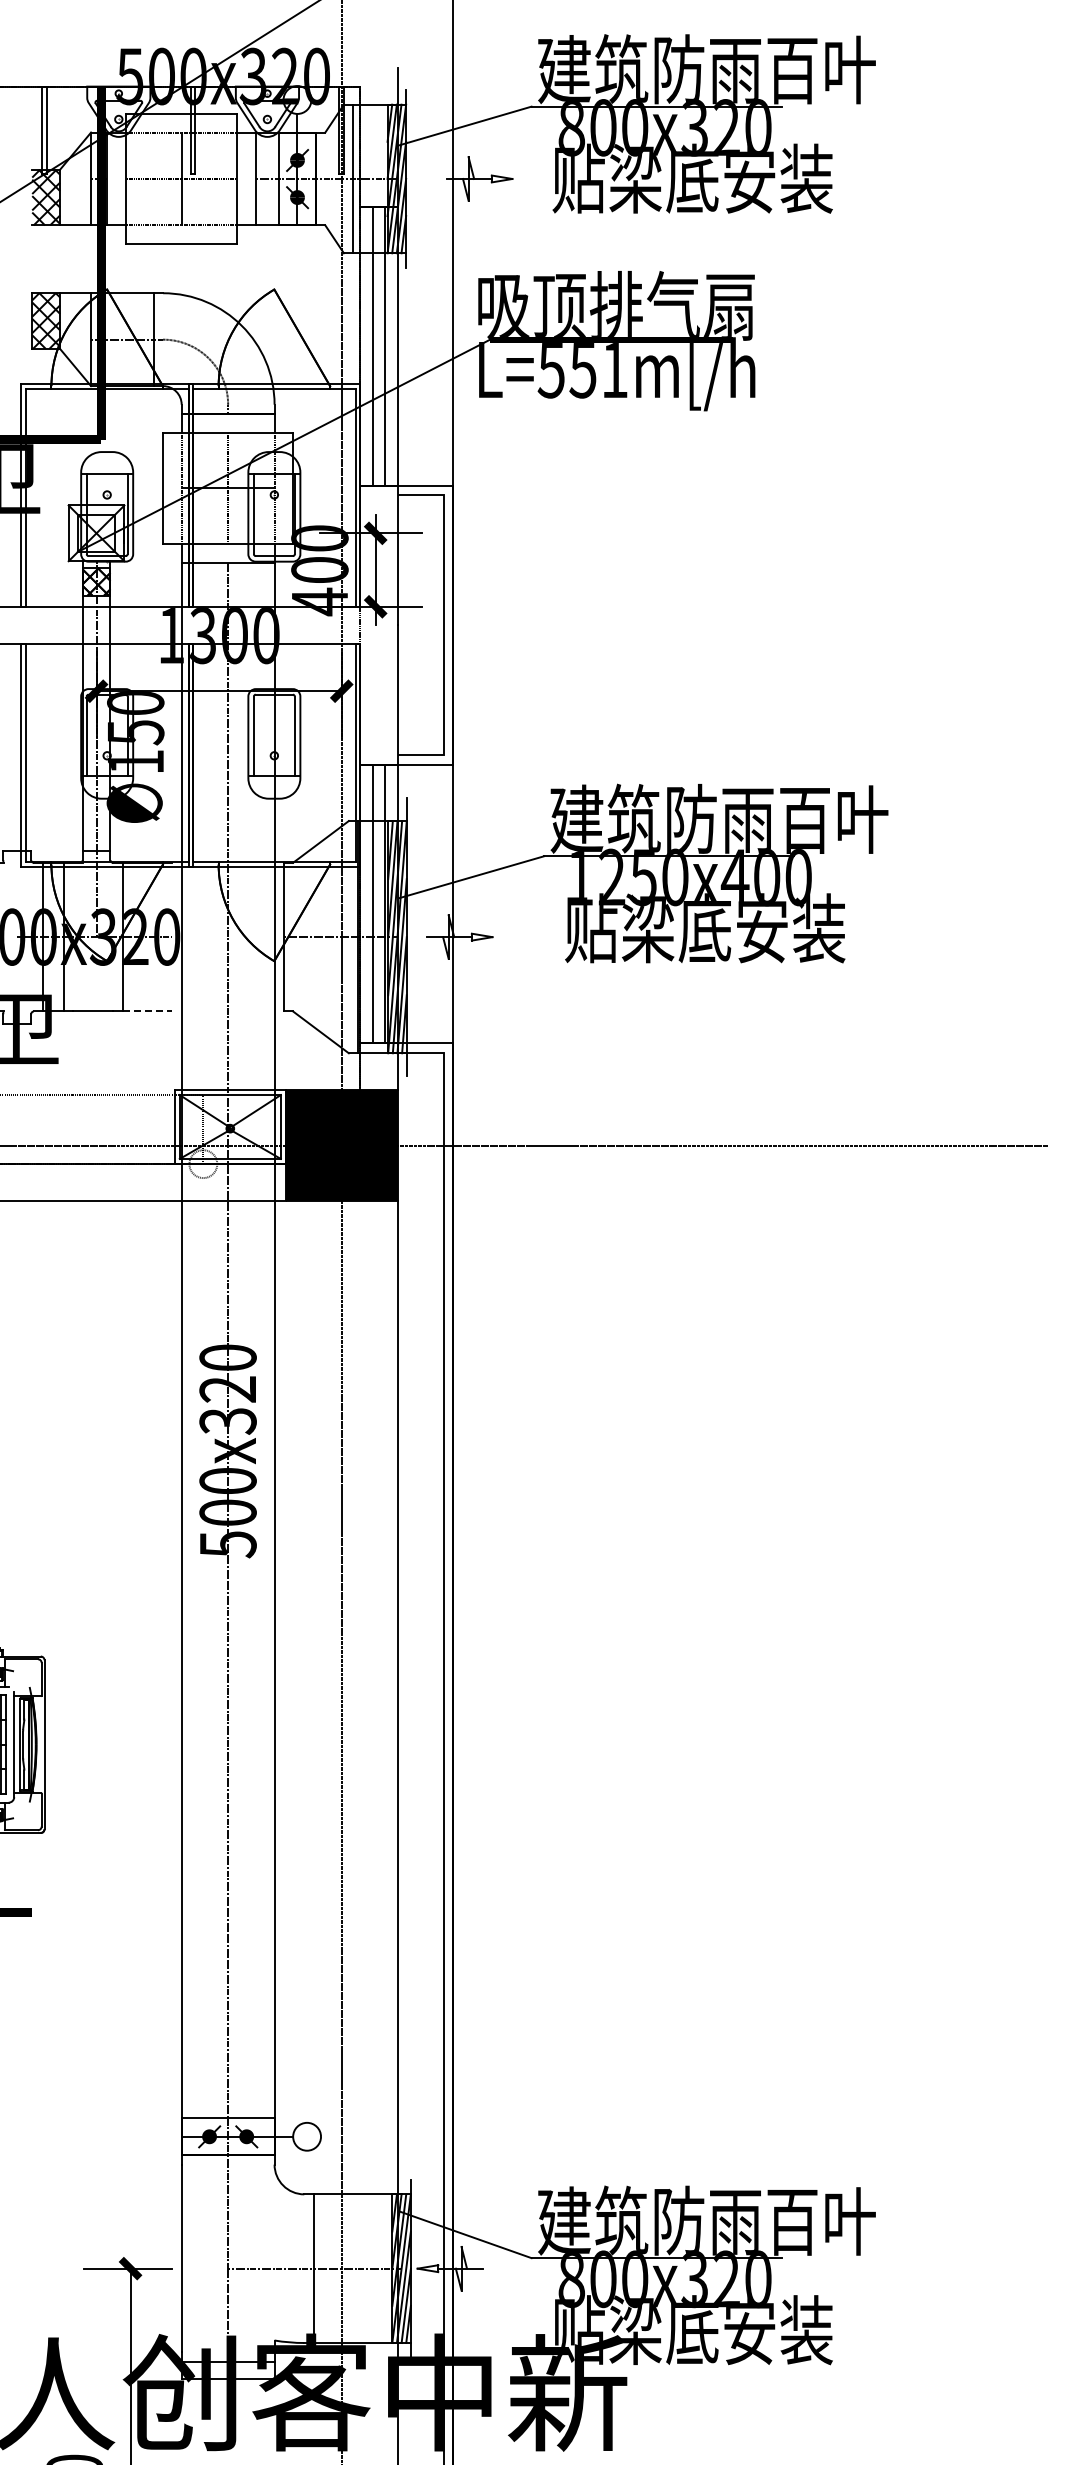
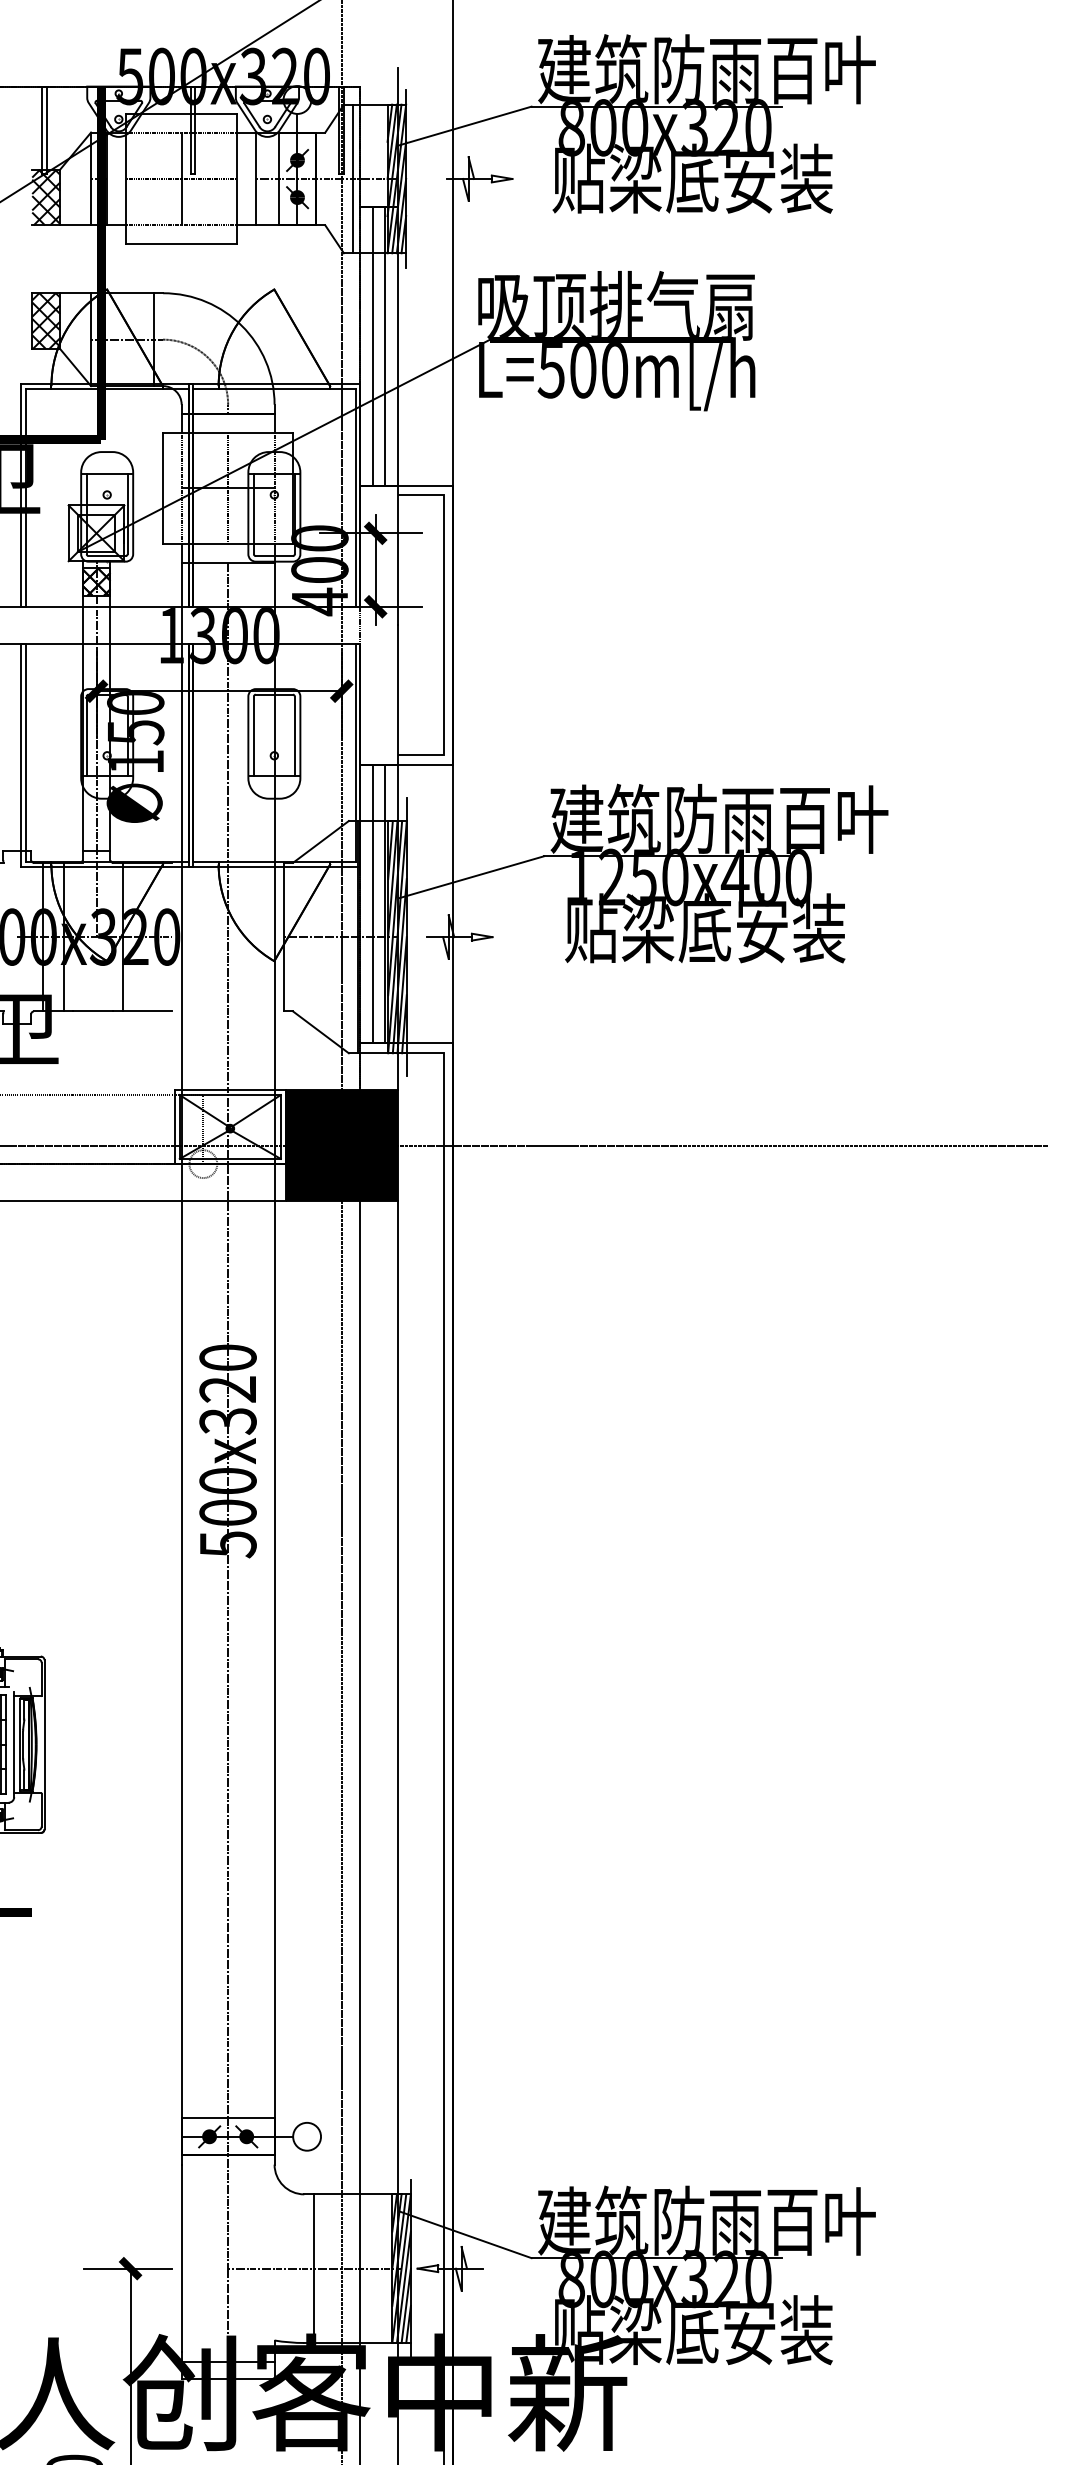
text at (598, 370): L=551m[/h -> L=500m[/h
line at (147, 1011): dashed -> solid
line at (360, 1831): none -> present
